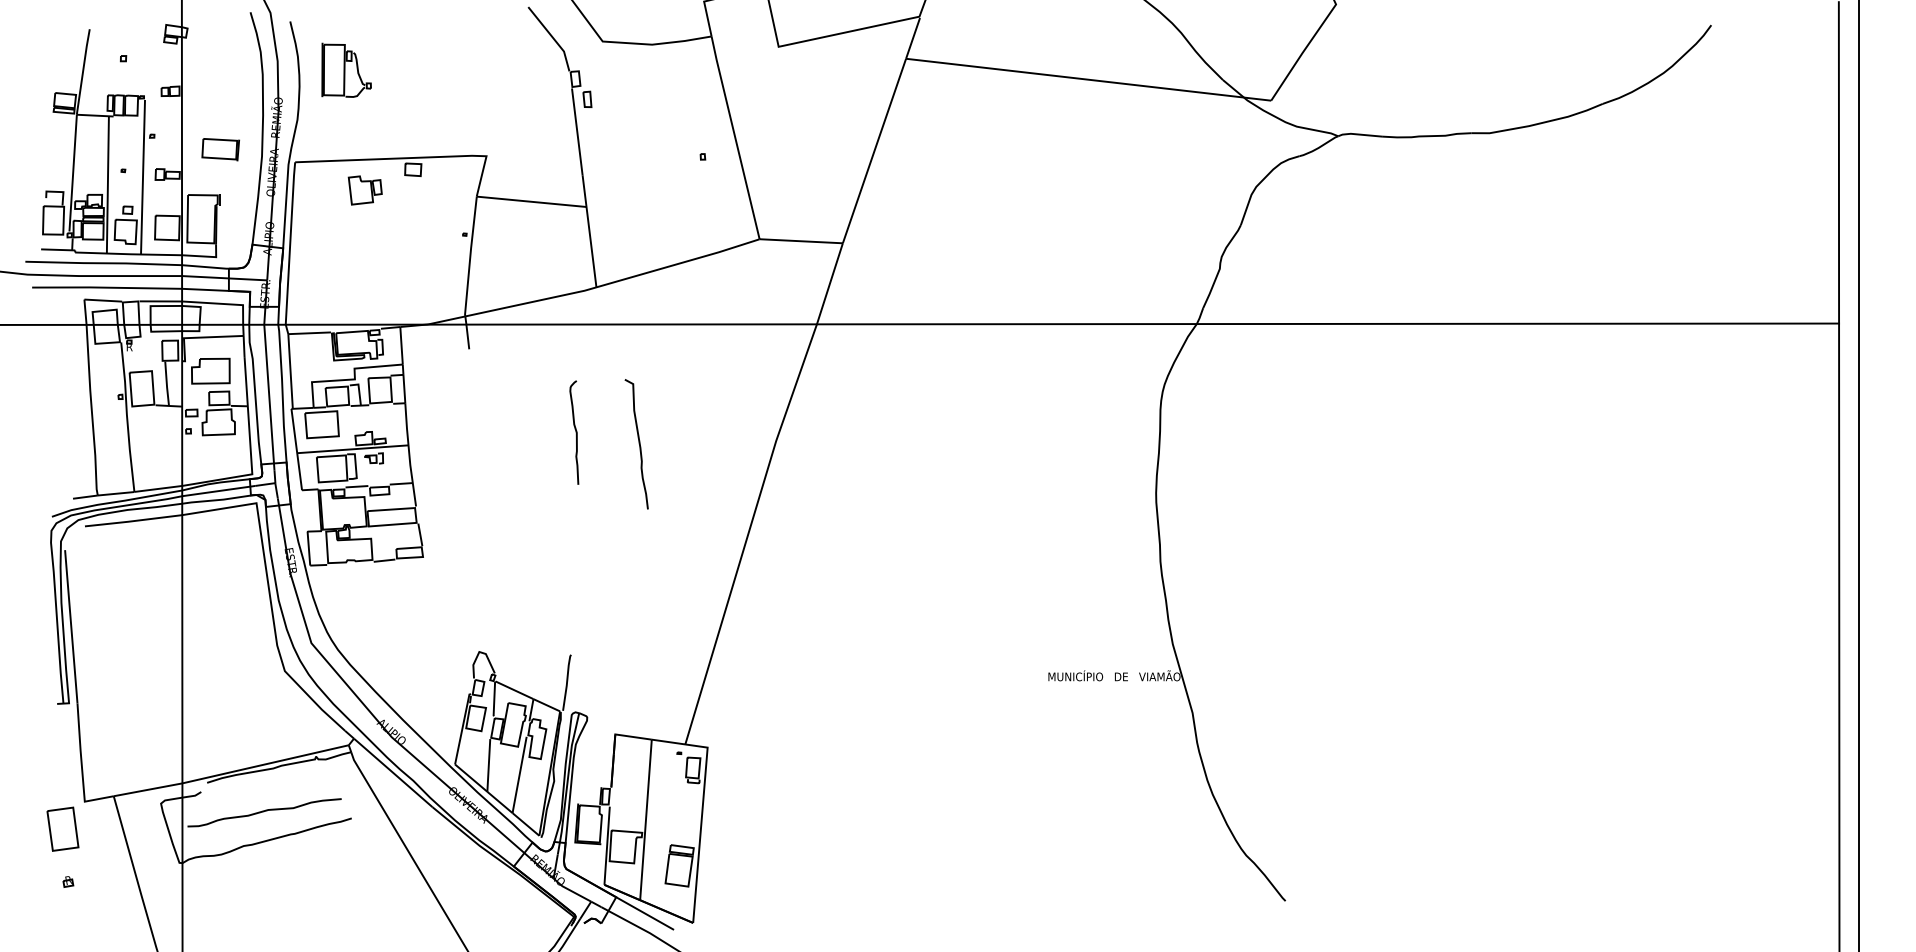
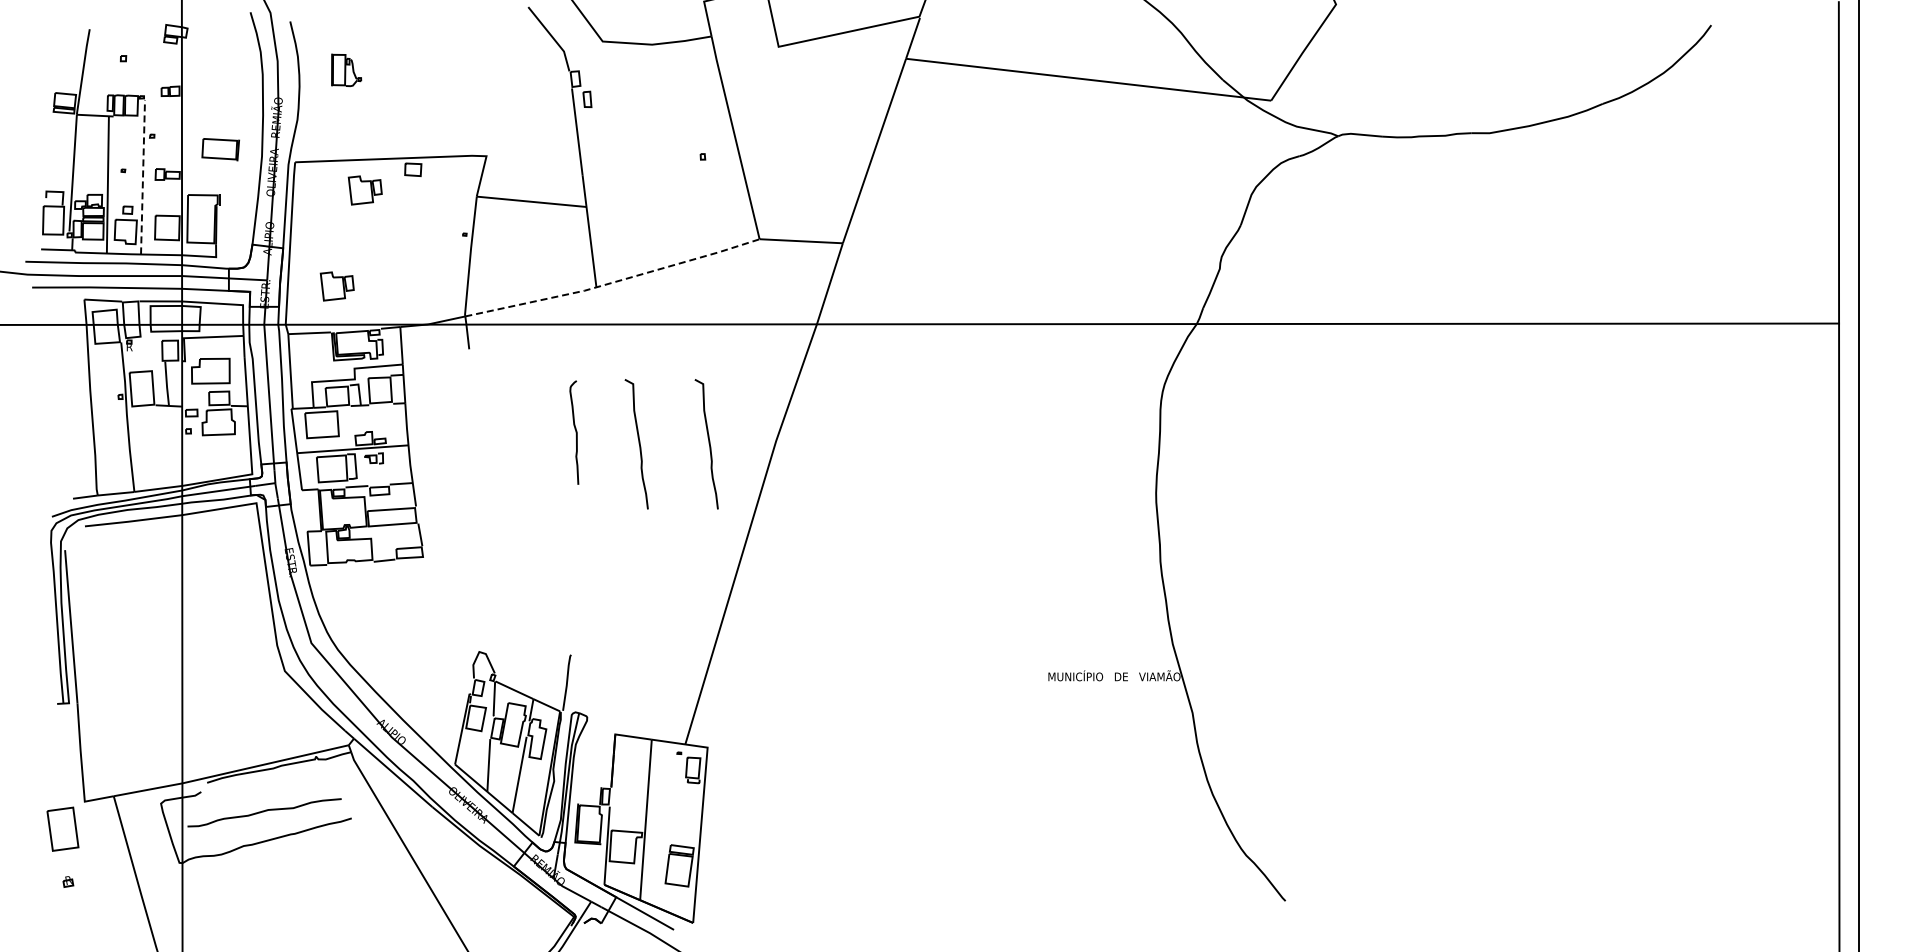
part at (346, 69) size: 51x56 px -> 32x35 px
line at (143, 176): solid -> dashed
line at (613, 282): solid -> dashed
part at (336, 286): none -> present
curve at (708, 443): none -> present
